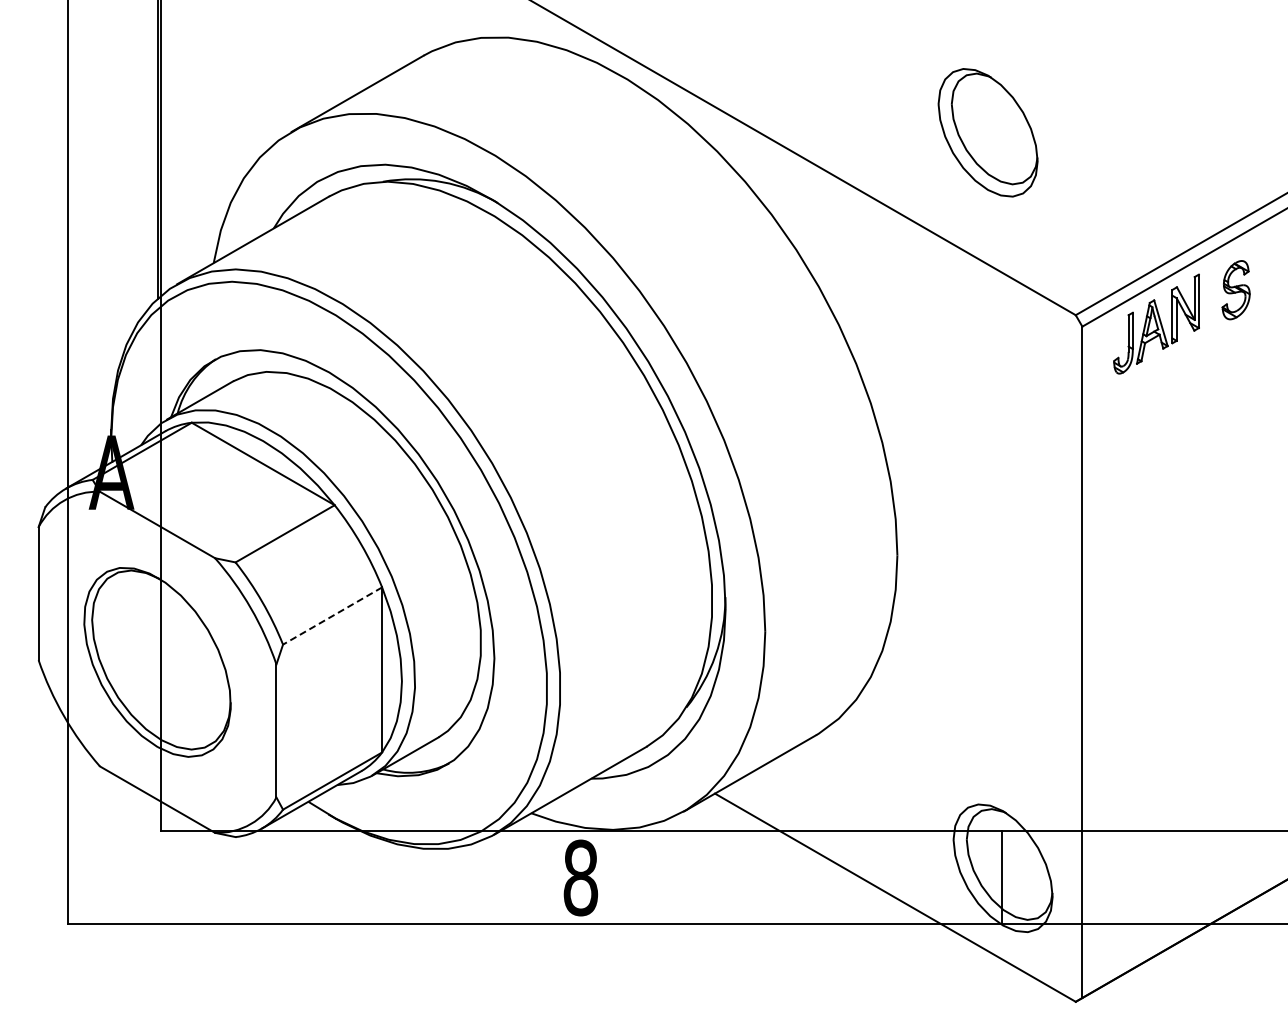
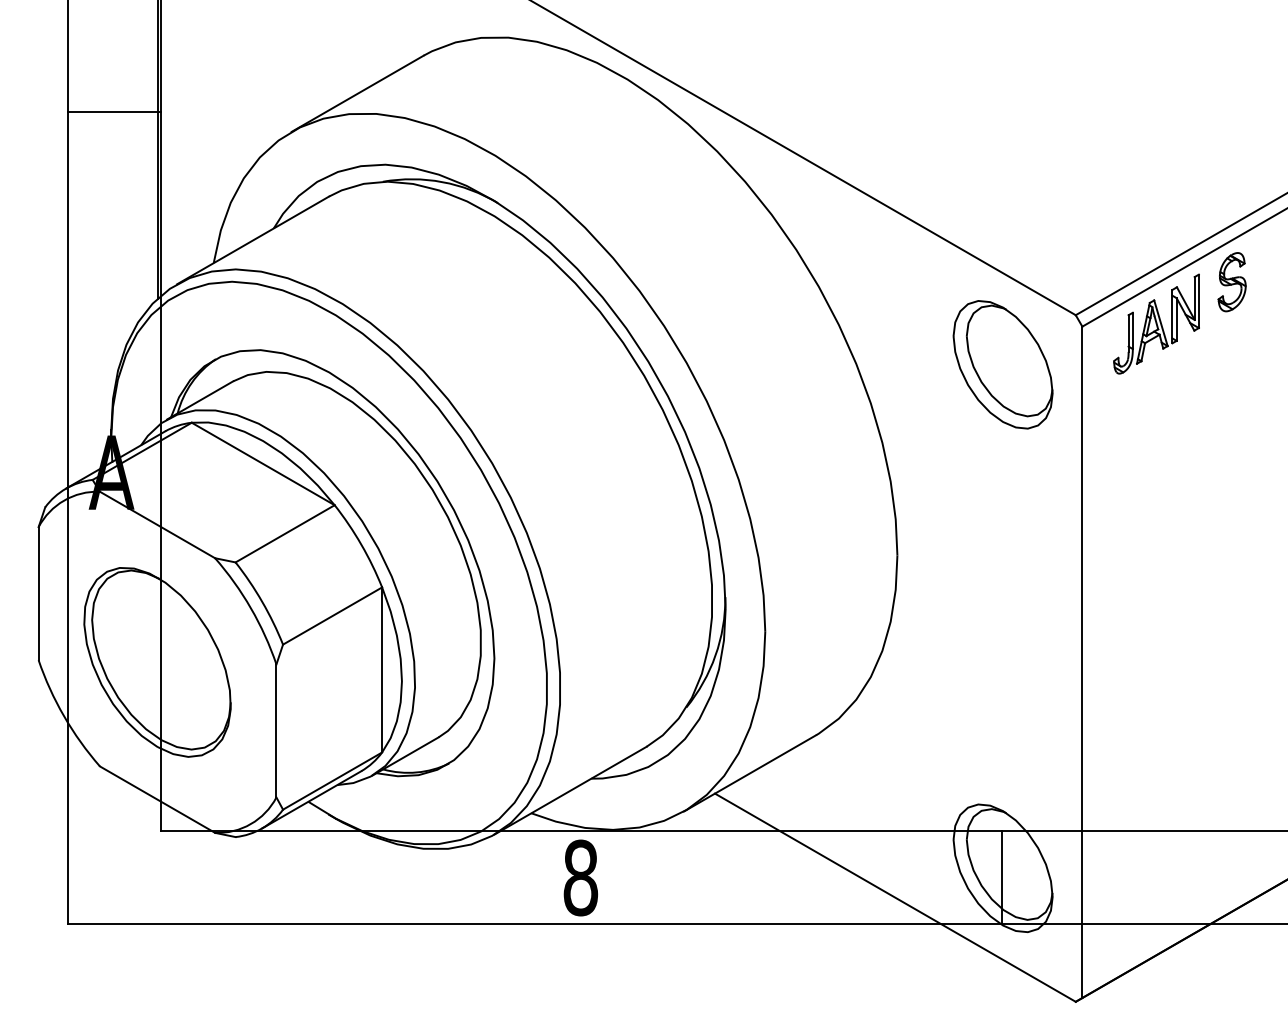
line at (114, 111): none -> present
part at (987, 132) position: (987, 132) -> (1002, 364)
part at (1235, 290) position: (1235, 290) -> (1231, 282)
line at (332, 616): dashed -> solid
